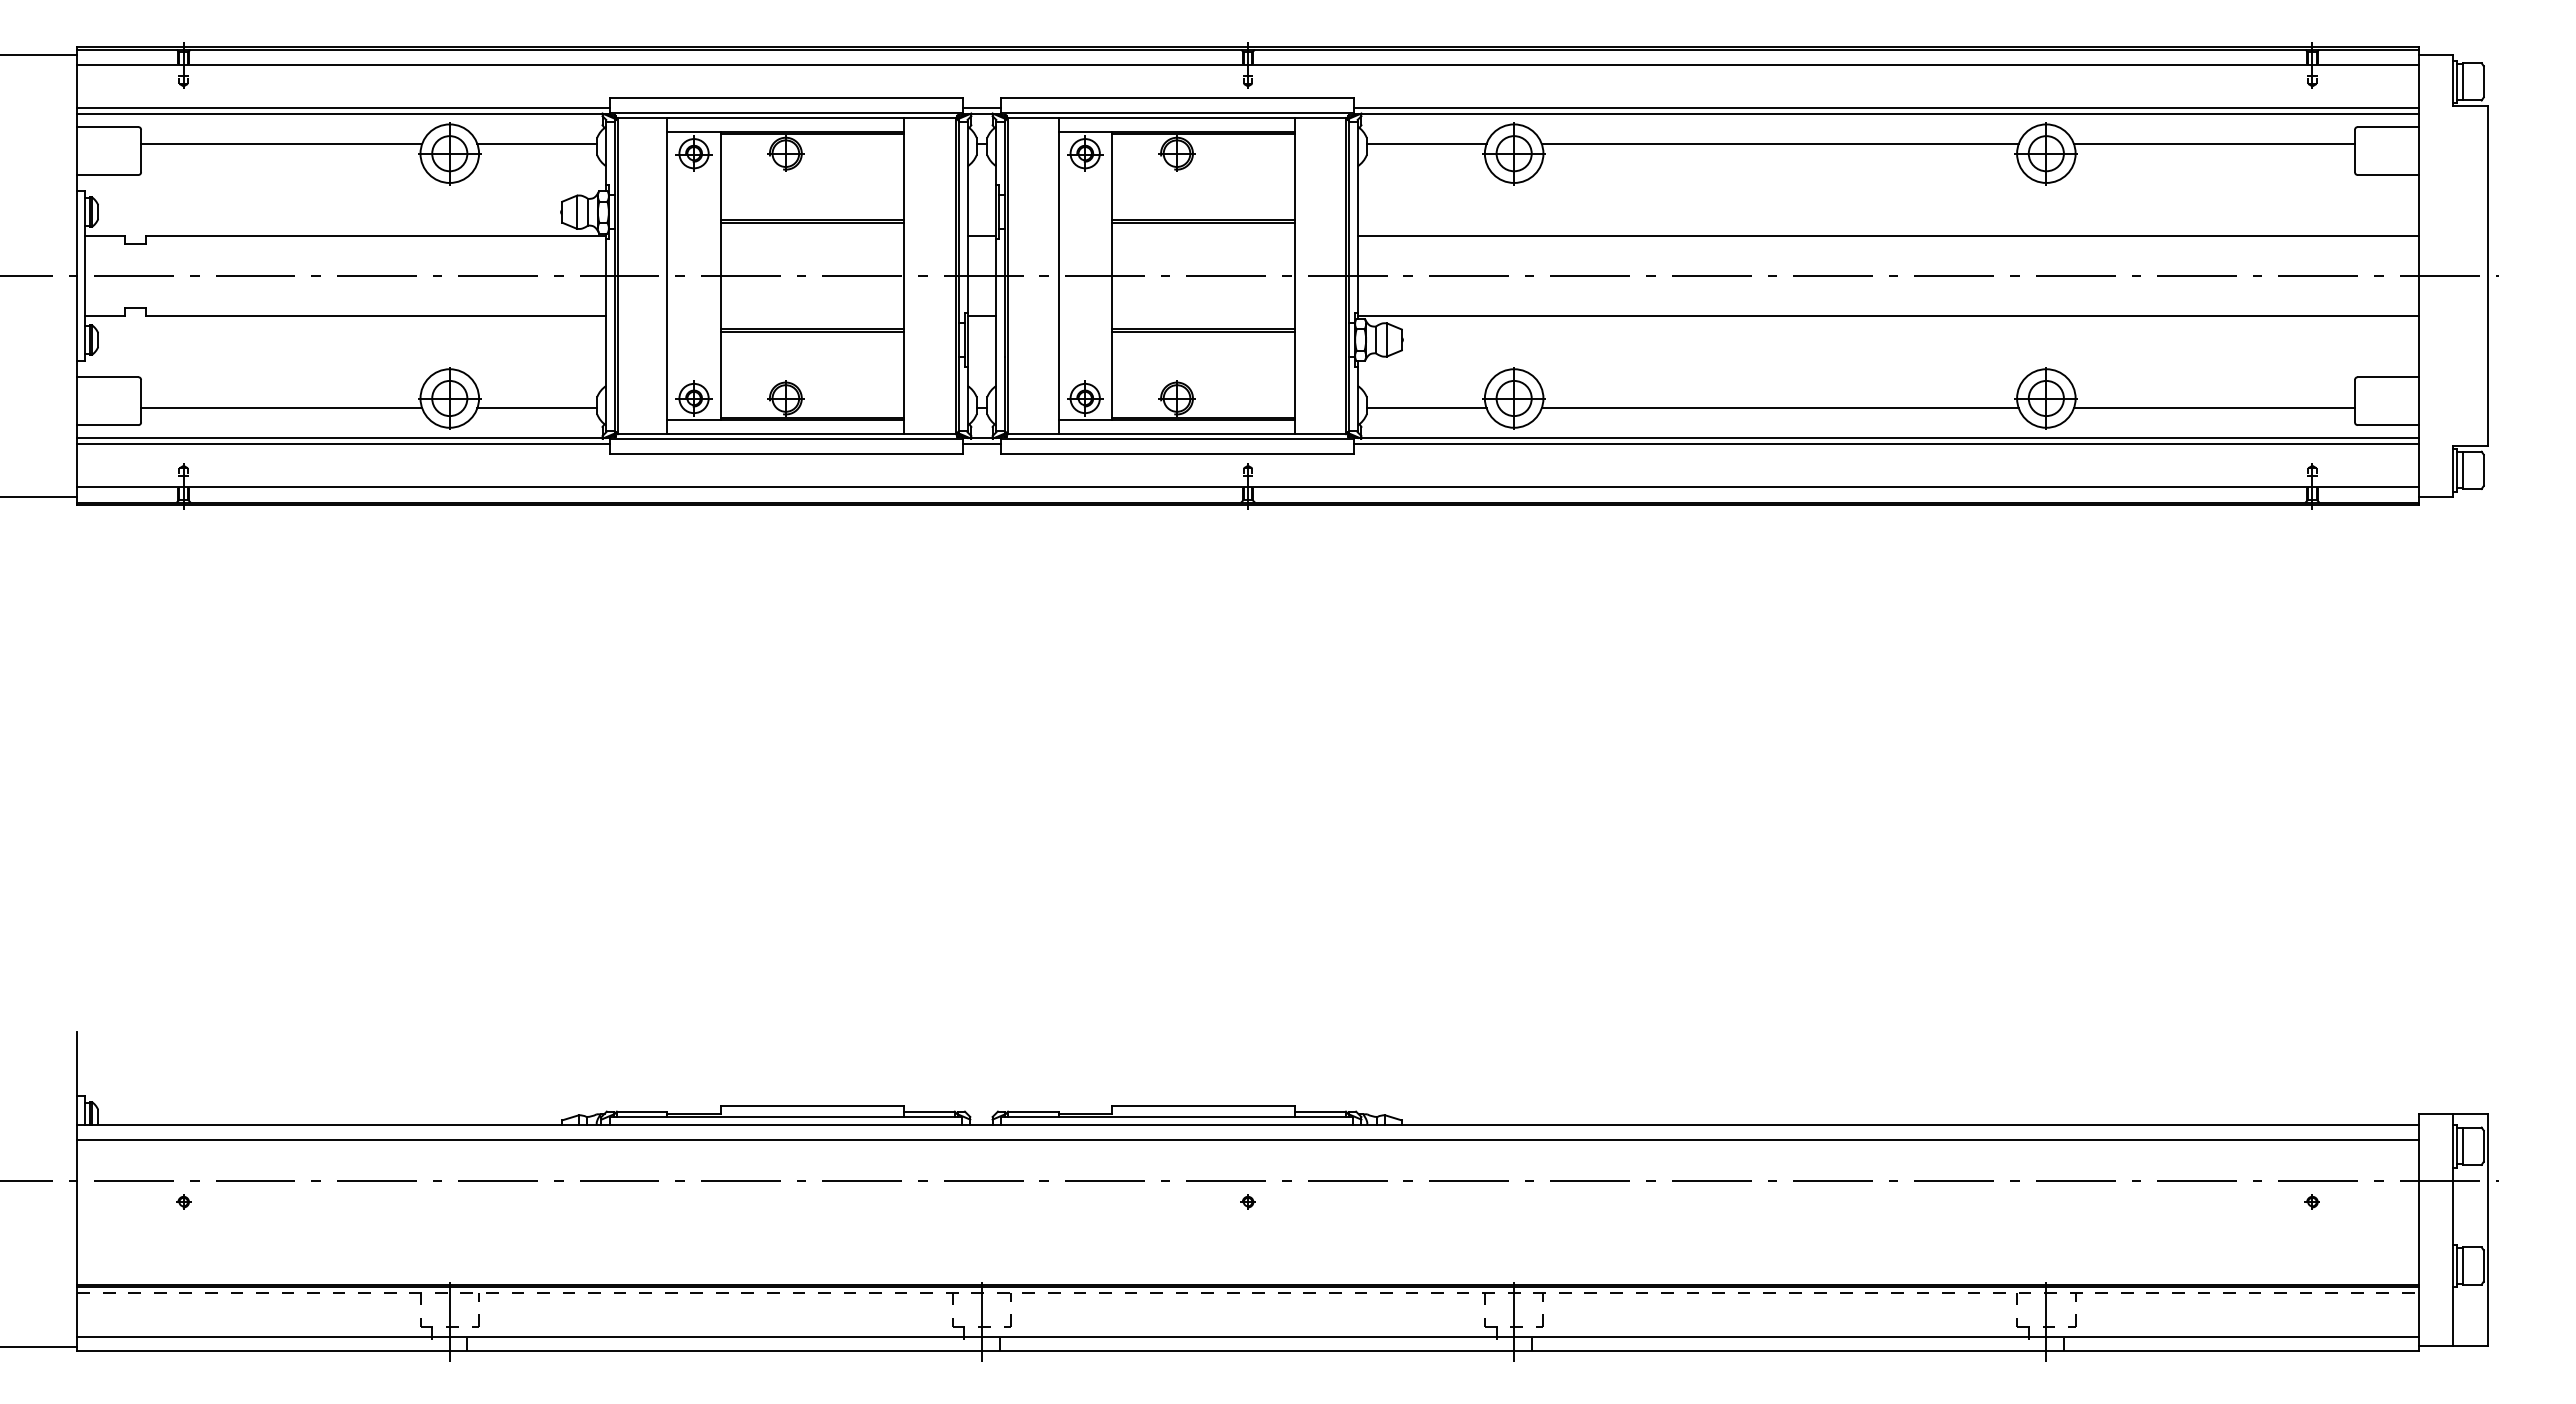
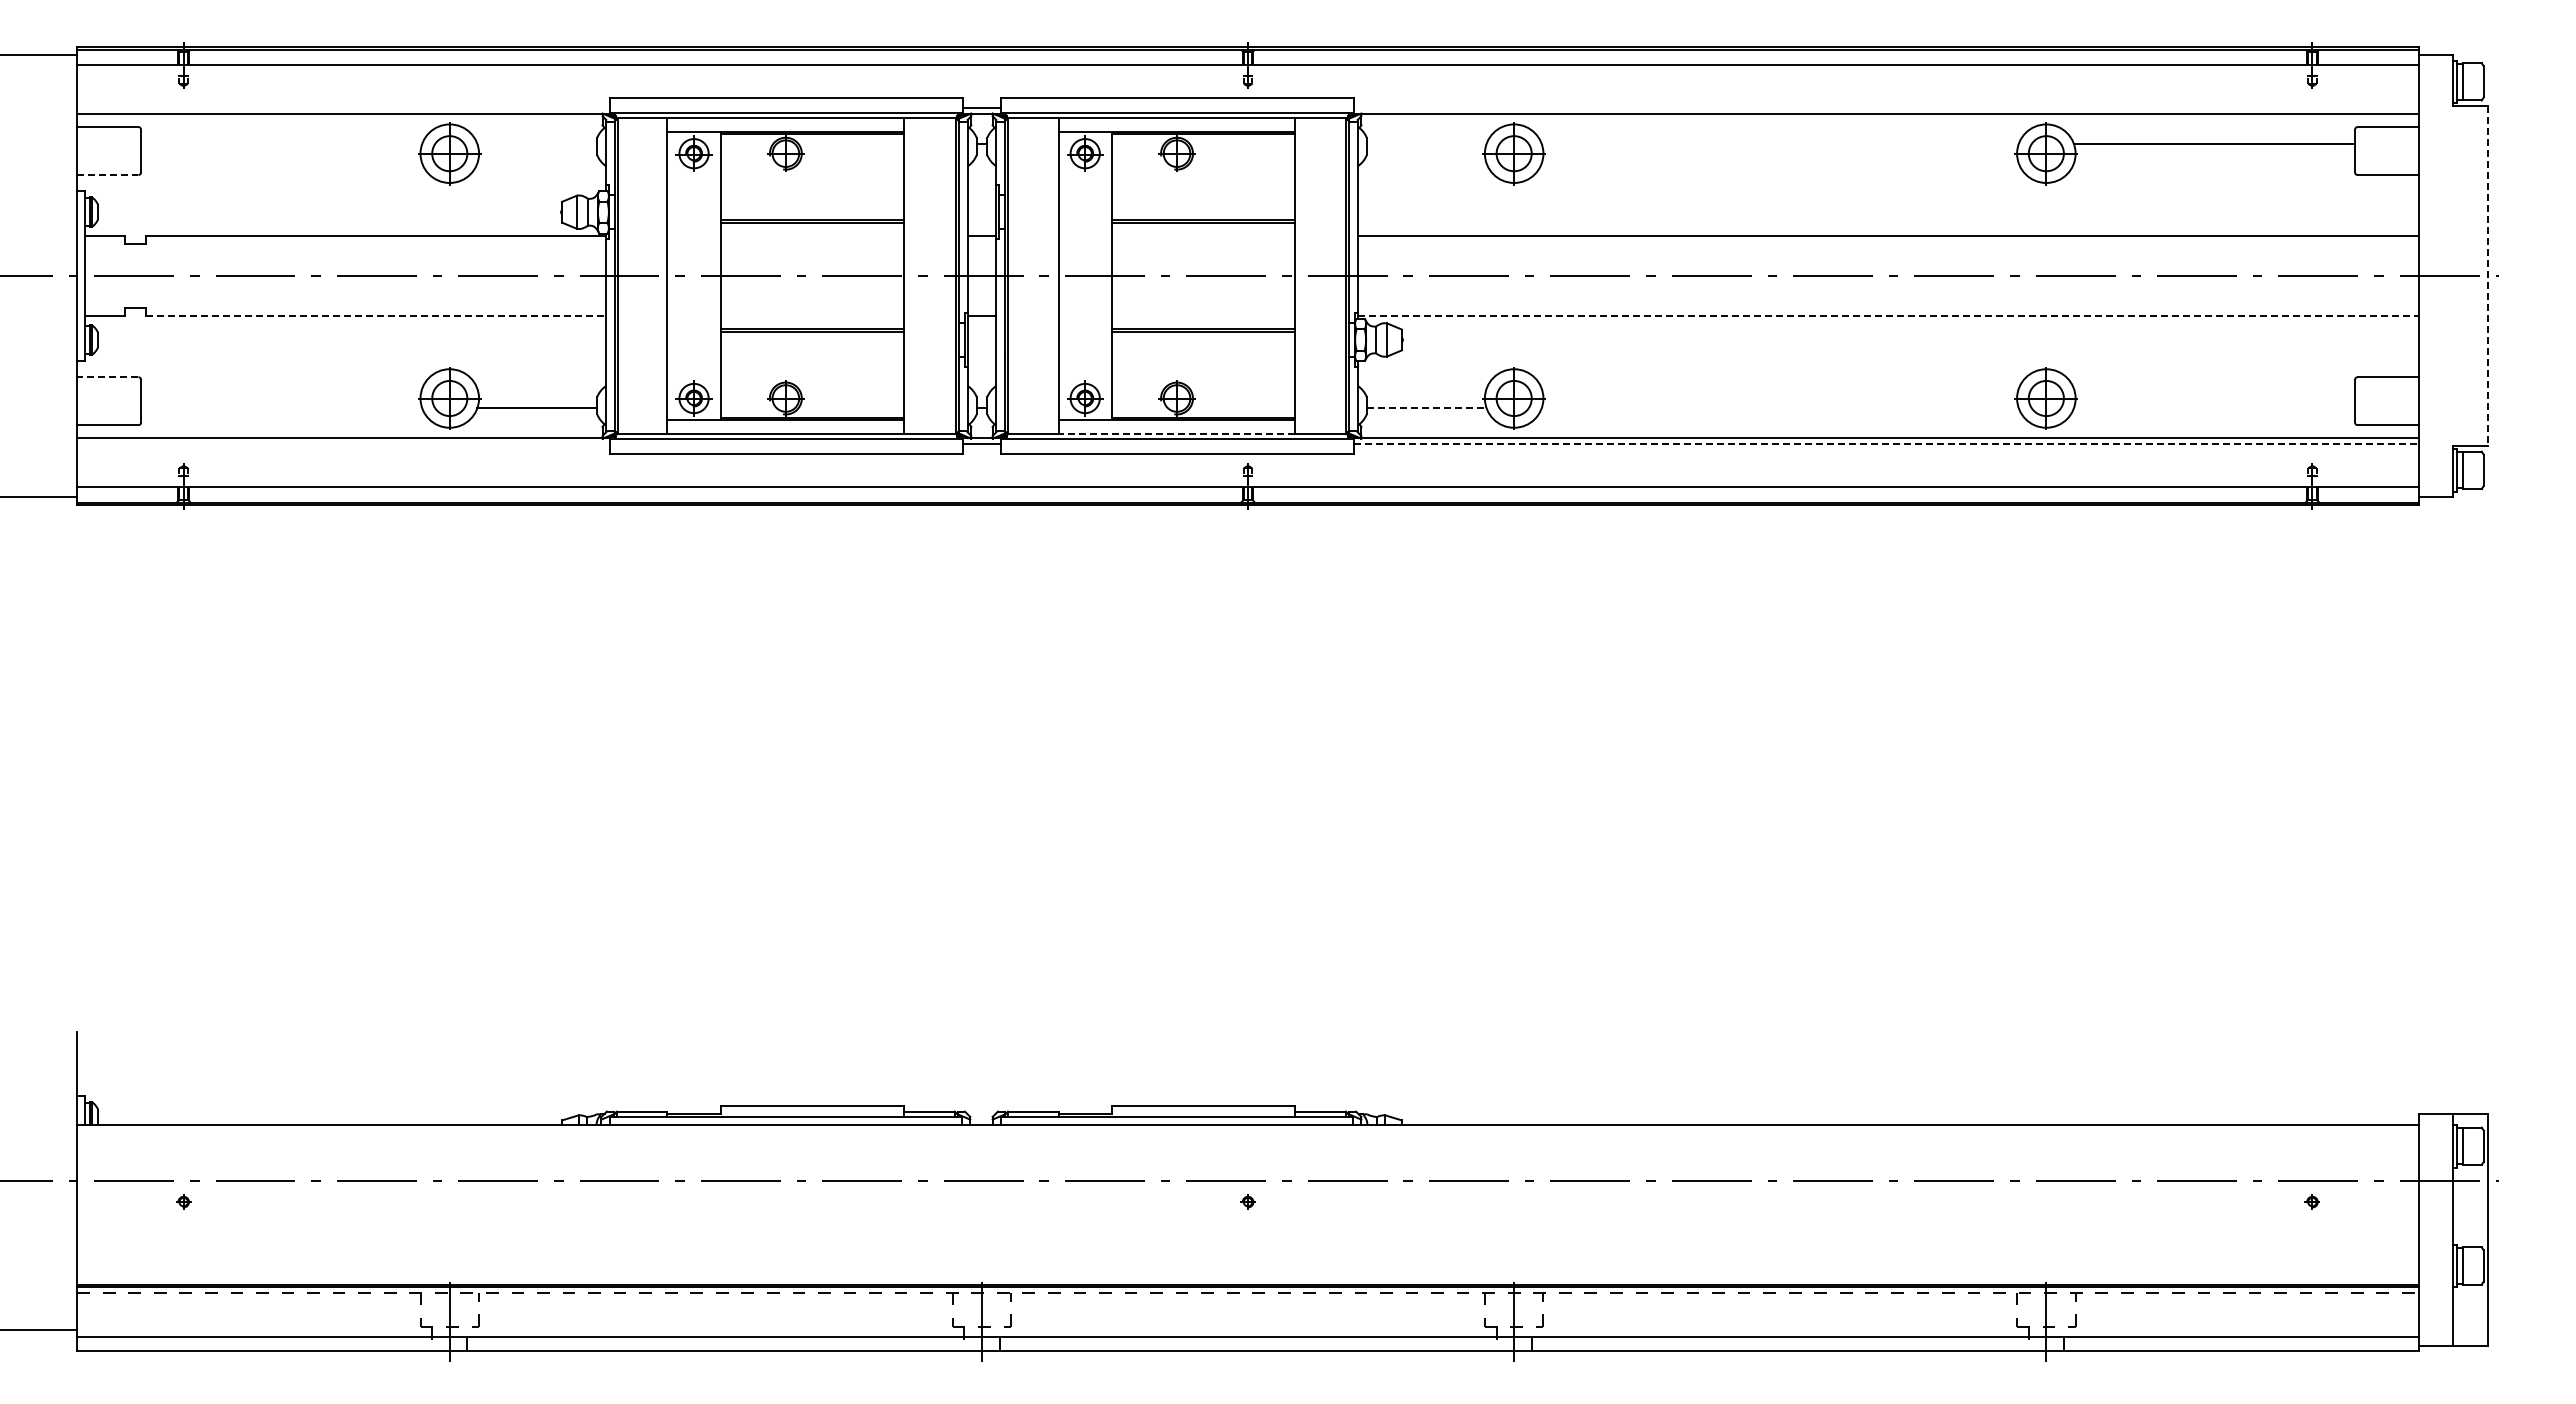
line at (343, 108): present -> none
line at (1886, 108): present -> none
line at (281, 144): present -> none
line at (537, 144): present -> none
line at (1426, 144): present -> none
line at (1779, 144): present -> none
line at (107, 175): solid -> dashed
line at (2488, 276): solid -> dashed
line at (376, 316): solid -> dashed
line at (1888, 316): solid -> dashed
line at (107, 377): solid -> dashed
line at (281, 408): present -> none
line at (1426, 408): solid -> dashed
line at (1779, 408): present -> none
line at (2214, 408): present -> none
line at (1176, 434): solid -> dashed
line at (343, 443): present -> none
line at (1887, 443): solid -> dashed
line at (1247, 1140): present -> none
line at (39, 1346) position: (39, 1346) -> (39, 1329)
